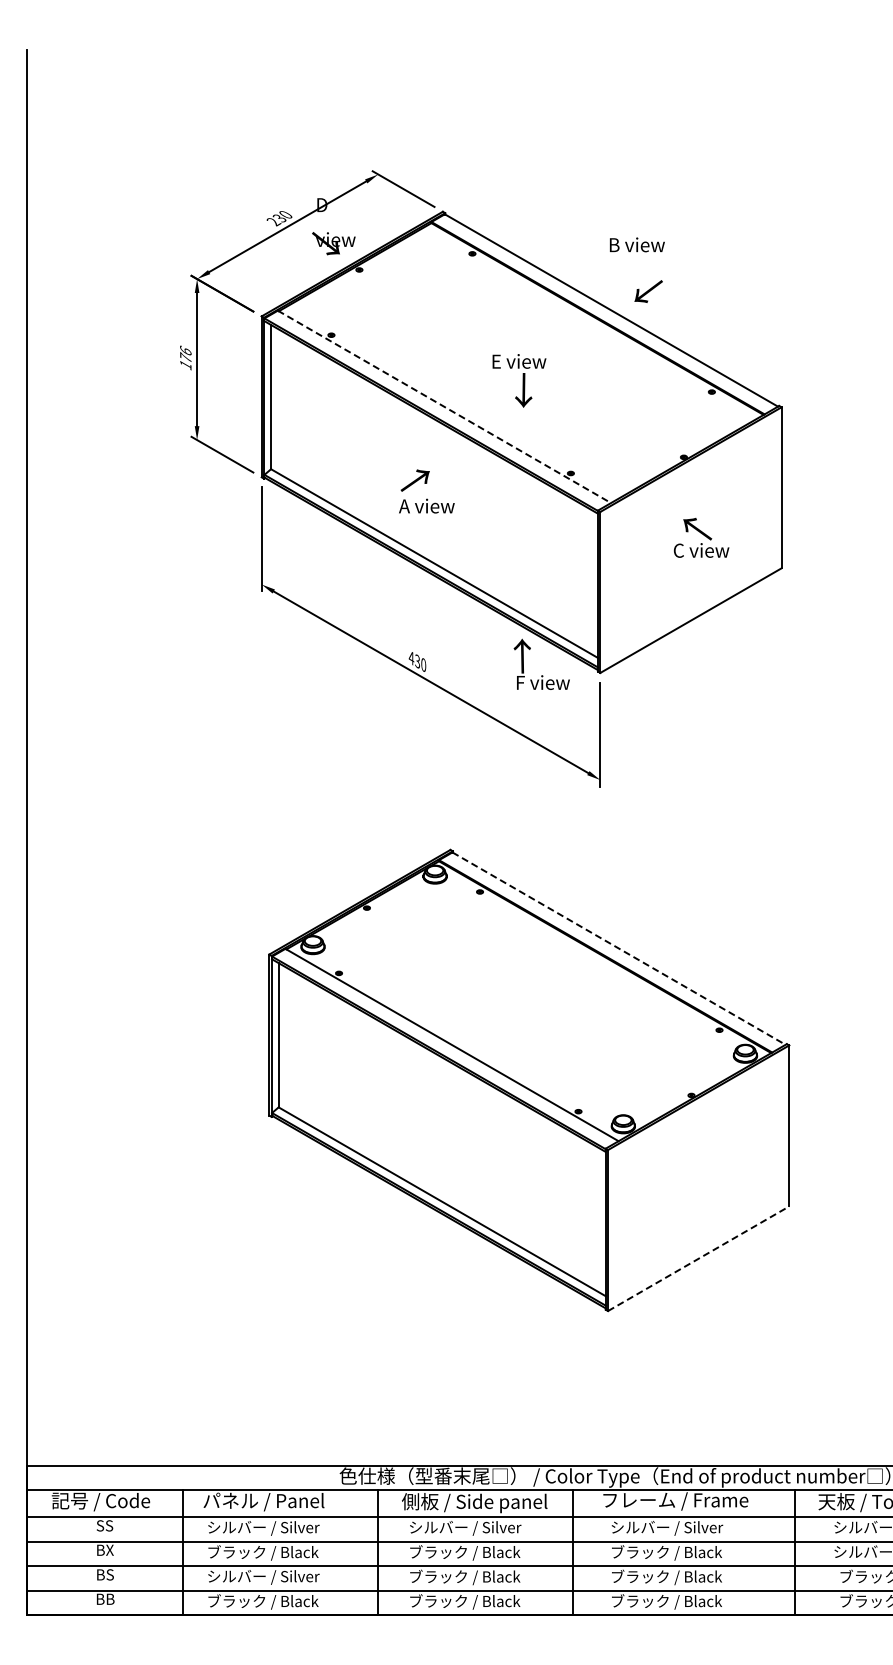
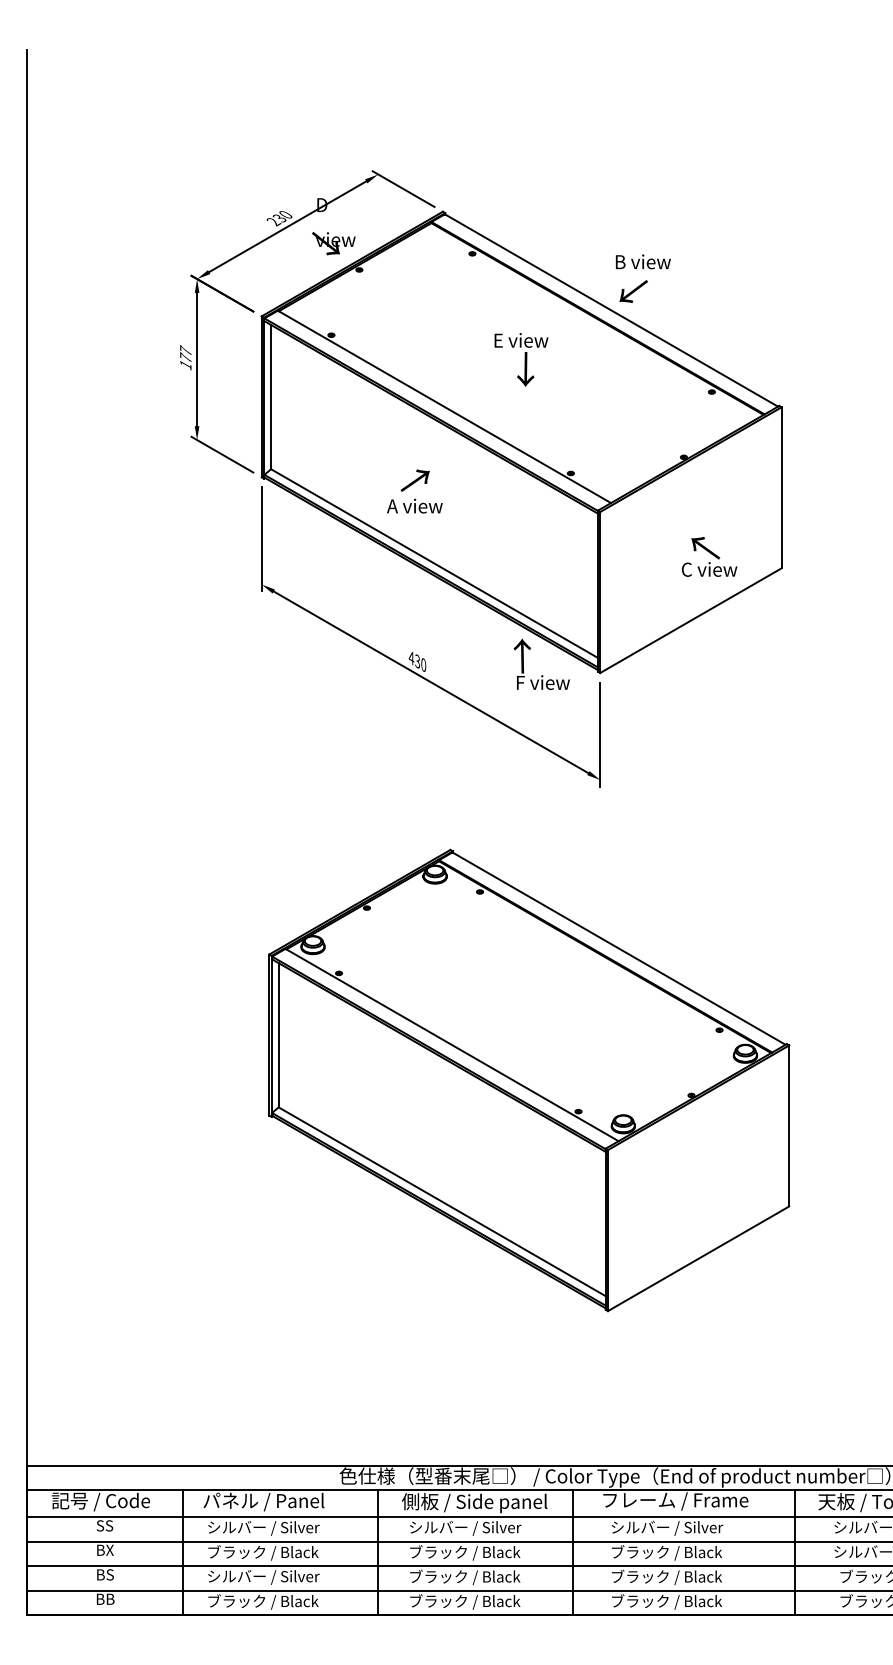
text at (637, 244) position: (637, 244) -> (643, 261)
text at (648, 291) position: (648, 291) -> (633, 291)
text at (185, 350): 176 -> 177
text at (519, 380) position: (519, 380) -> (521, 359)
line at (444, 407): dashed -> solid
text at (426, 505) position: (426, 505) -> (414, 505)
text at (701, 537) position: (701, 537) -> (709, 556)
line at (619, 948): dashed -> solid
line at (698, 1258): dashed -> solid
